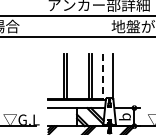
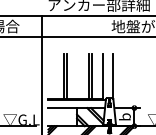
line at (42, 73): none -> present
line at (103, 76): dashed -> solid
